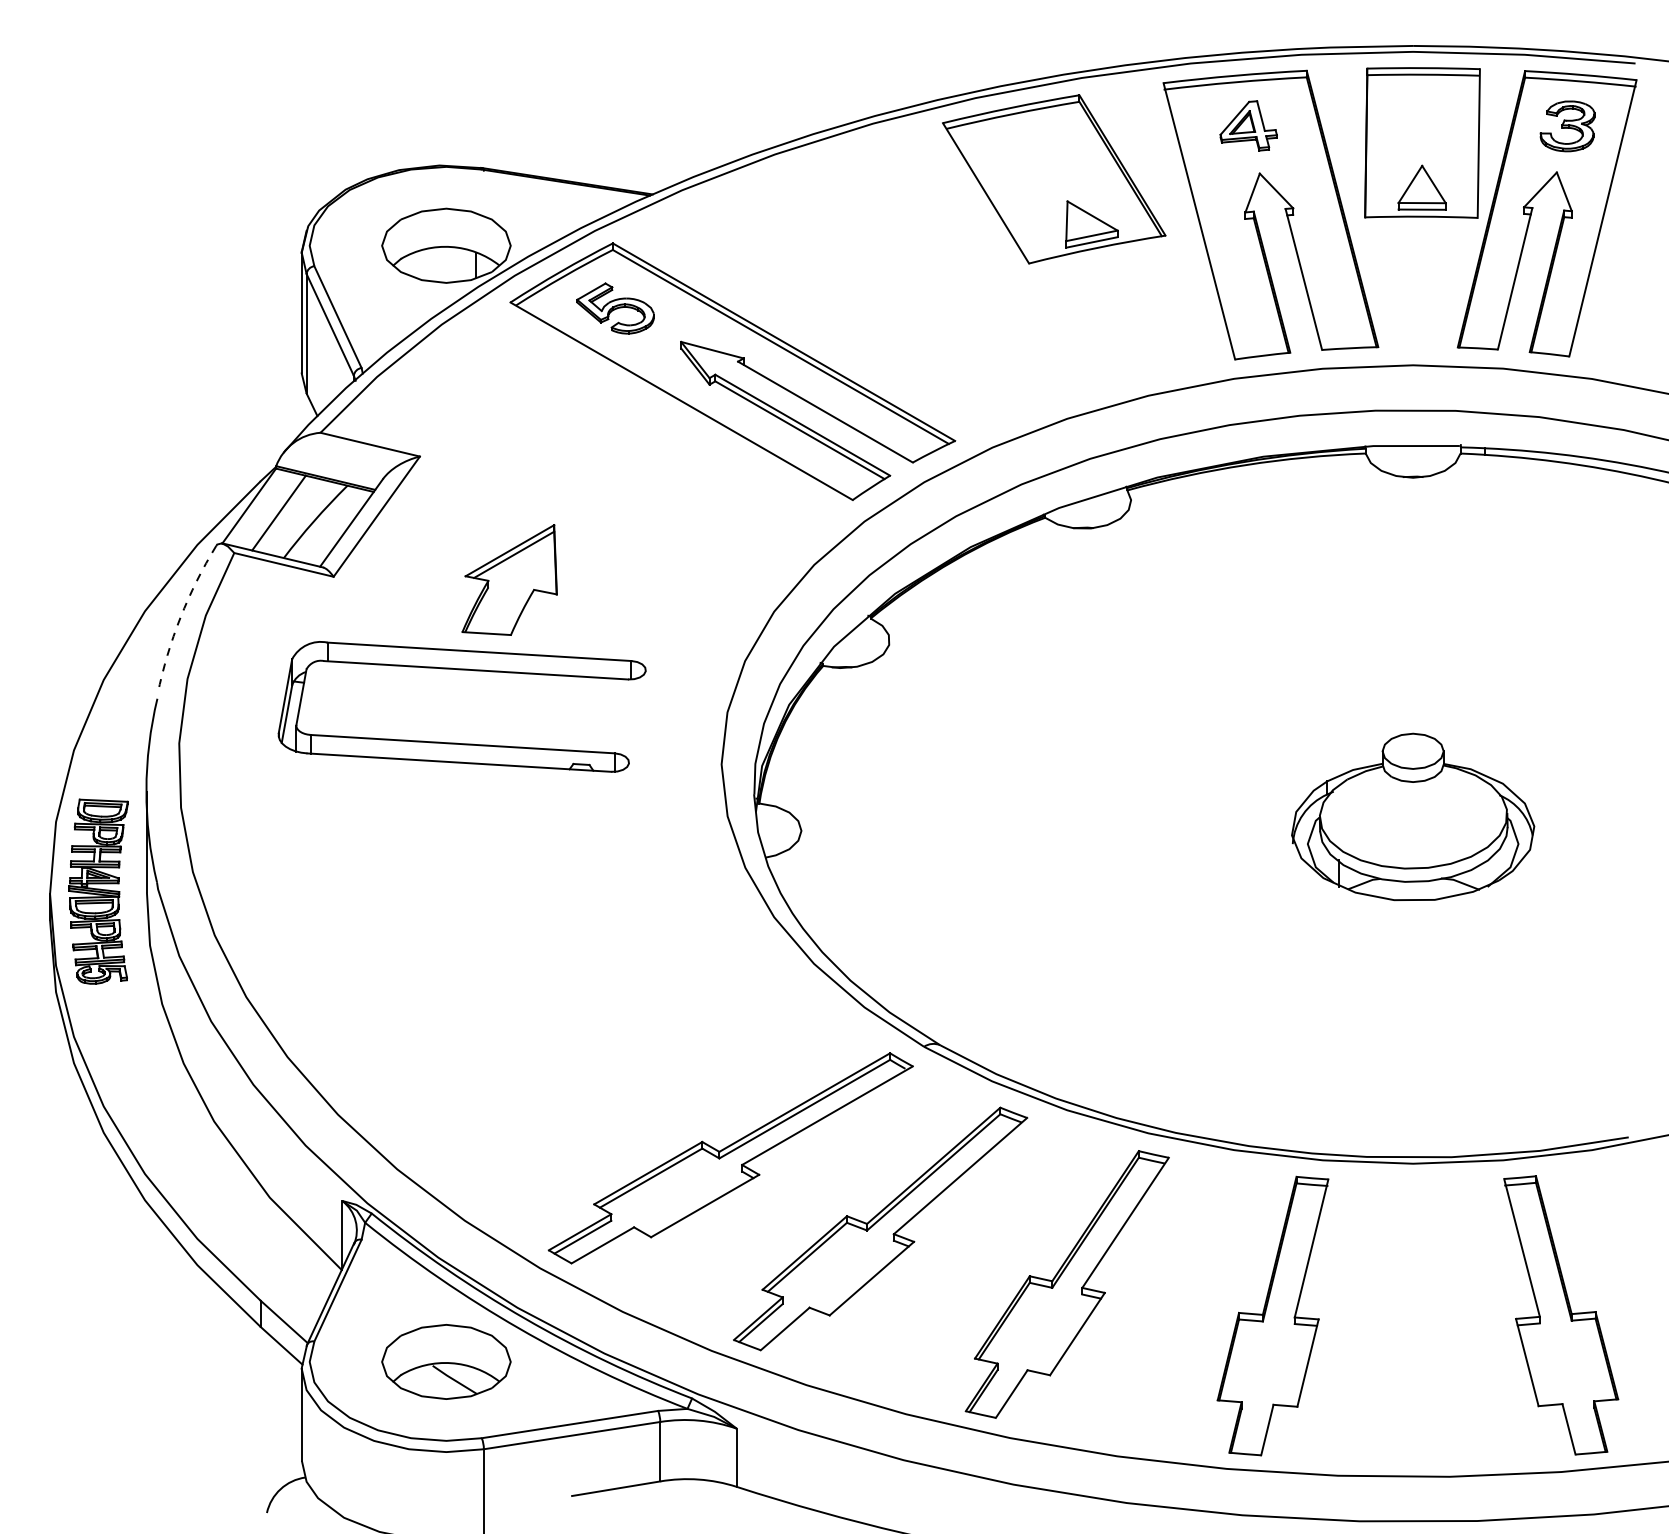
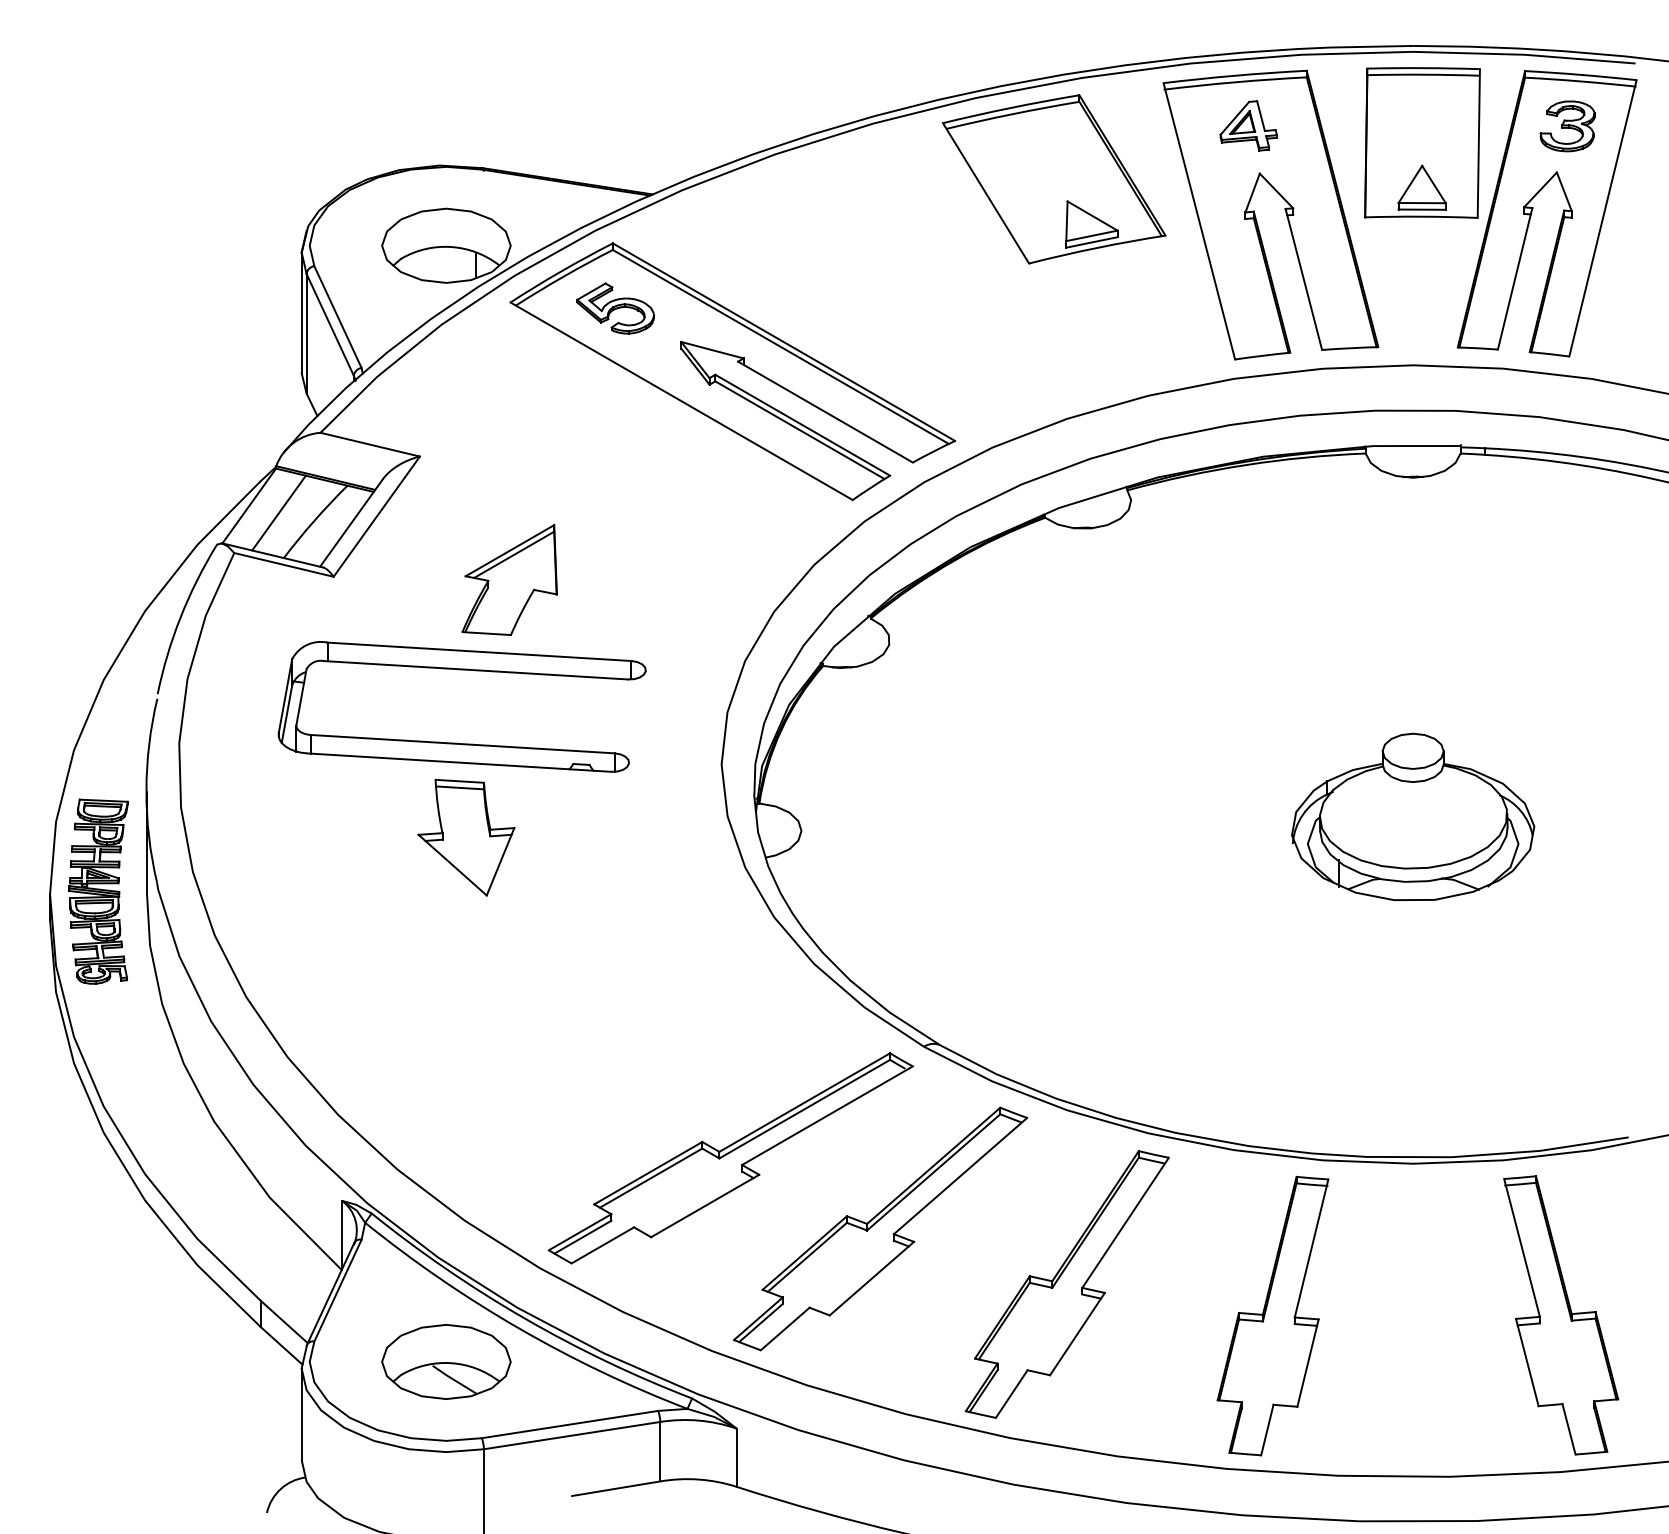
arc at (180, 617): dashed -> solid
part at (466, 837): none -> present
